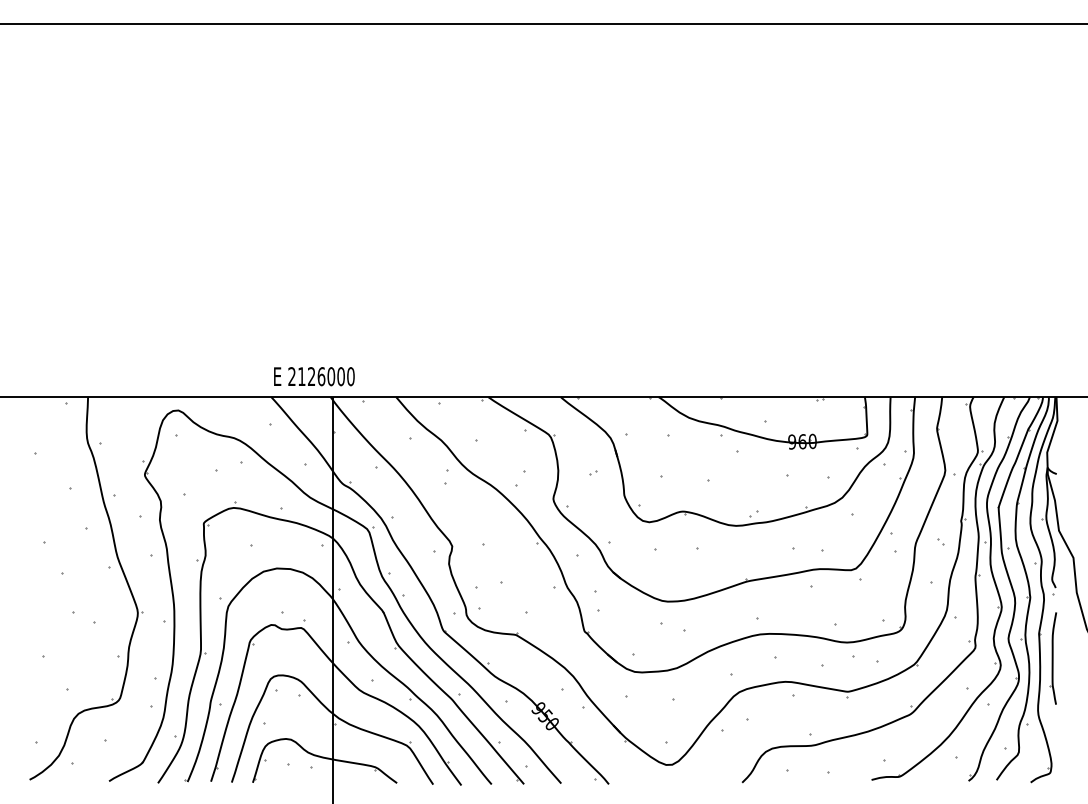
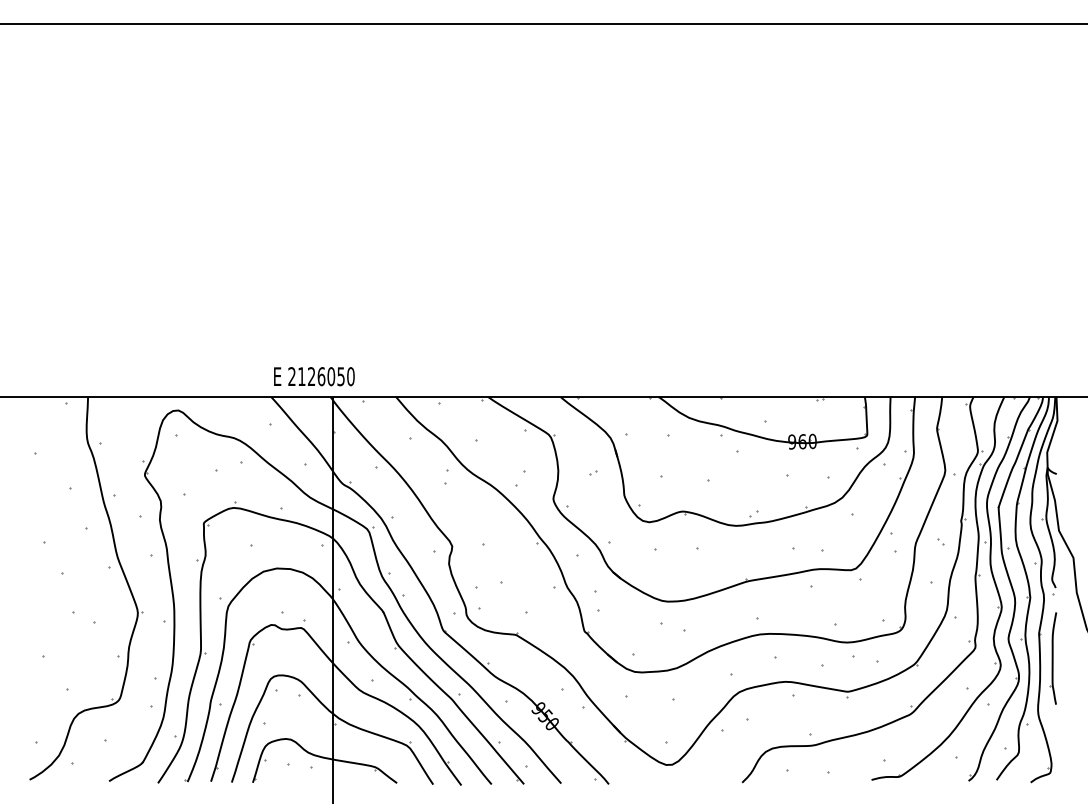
text at (340, 376): 2126000 -> 2126050
